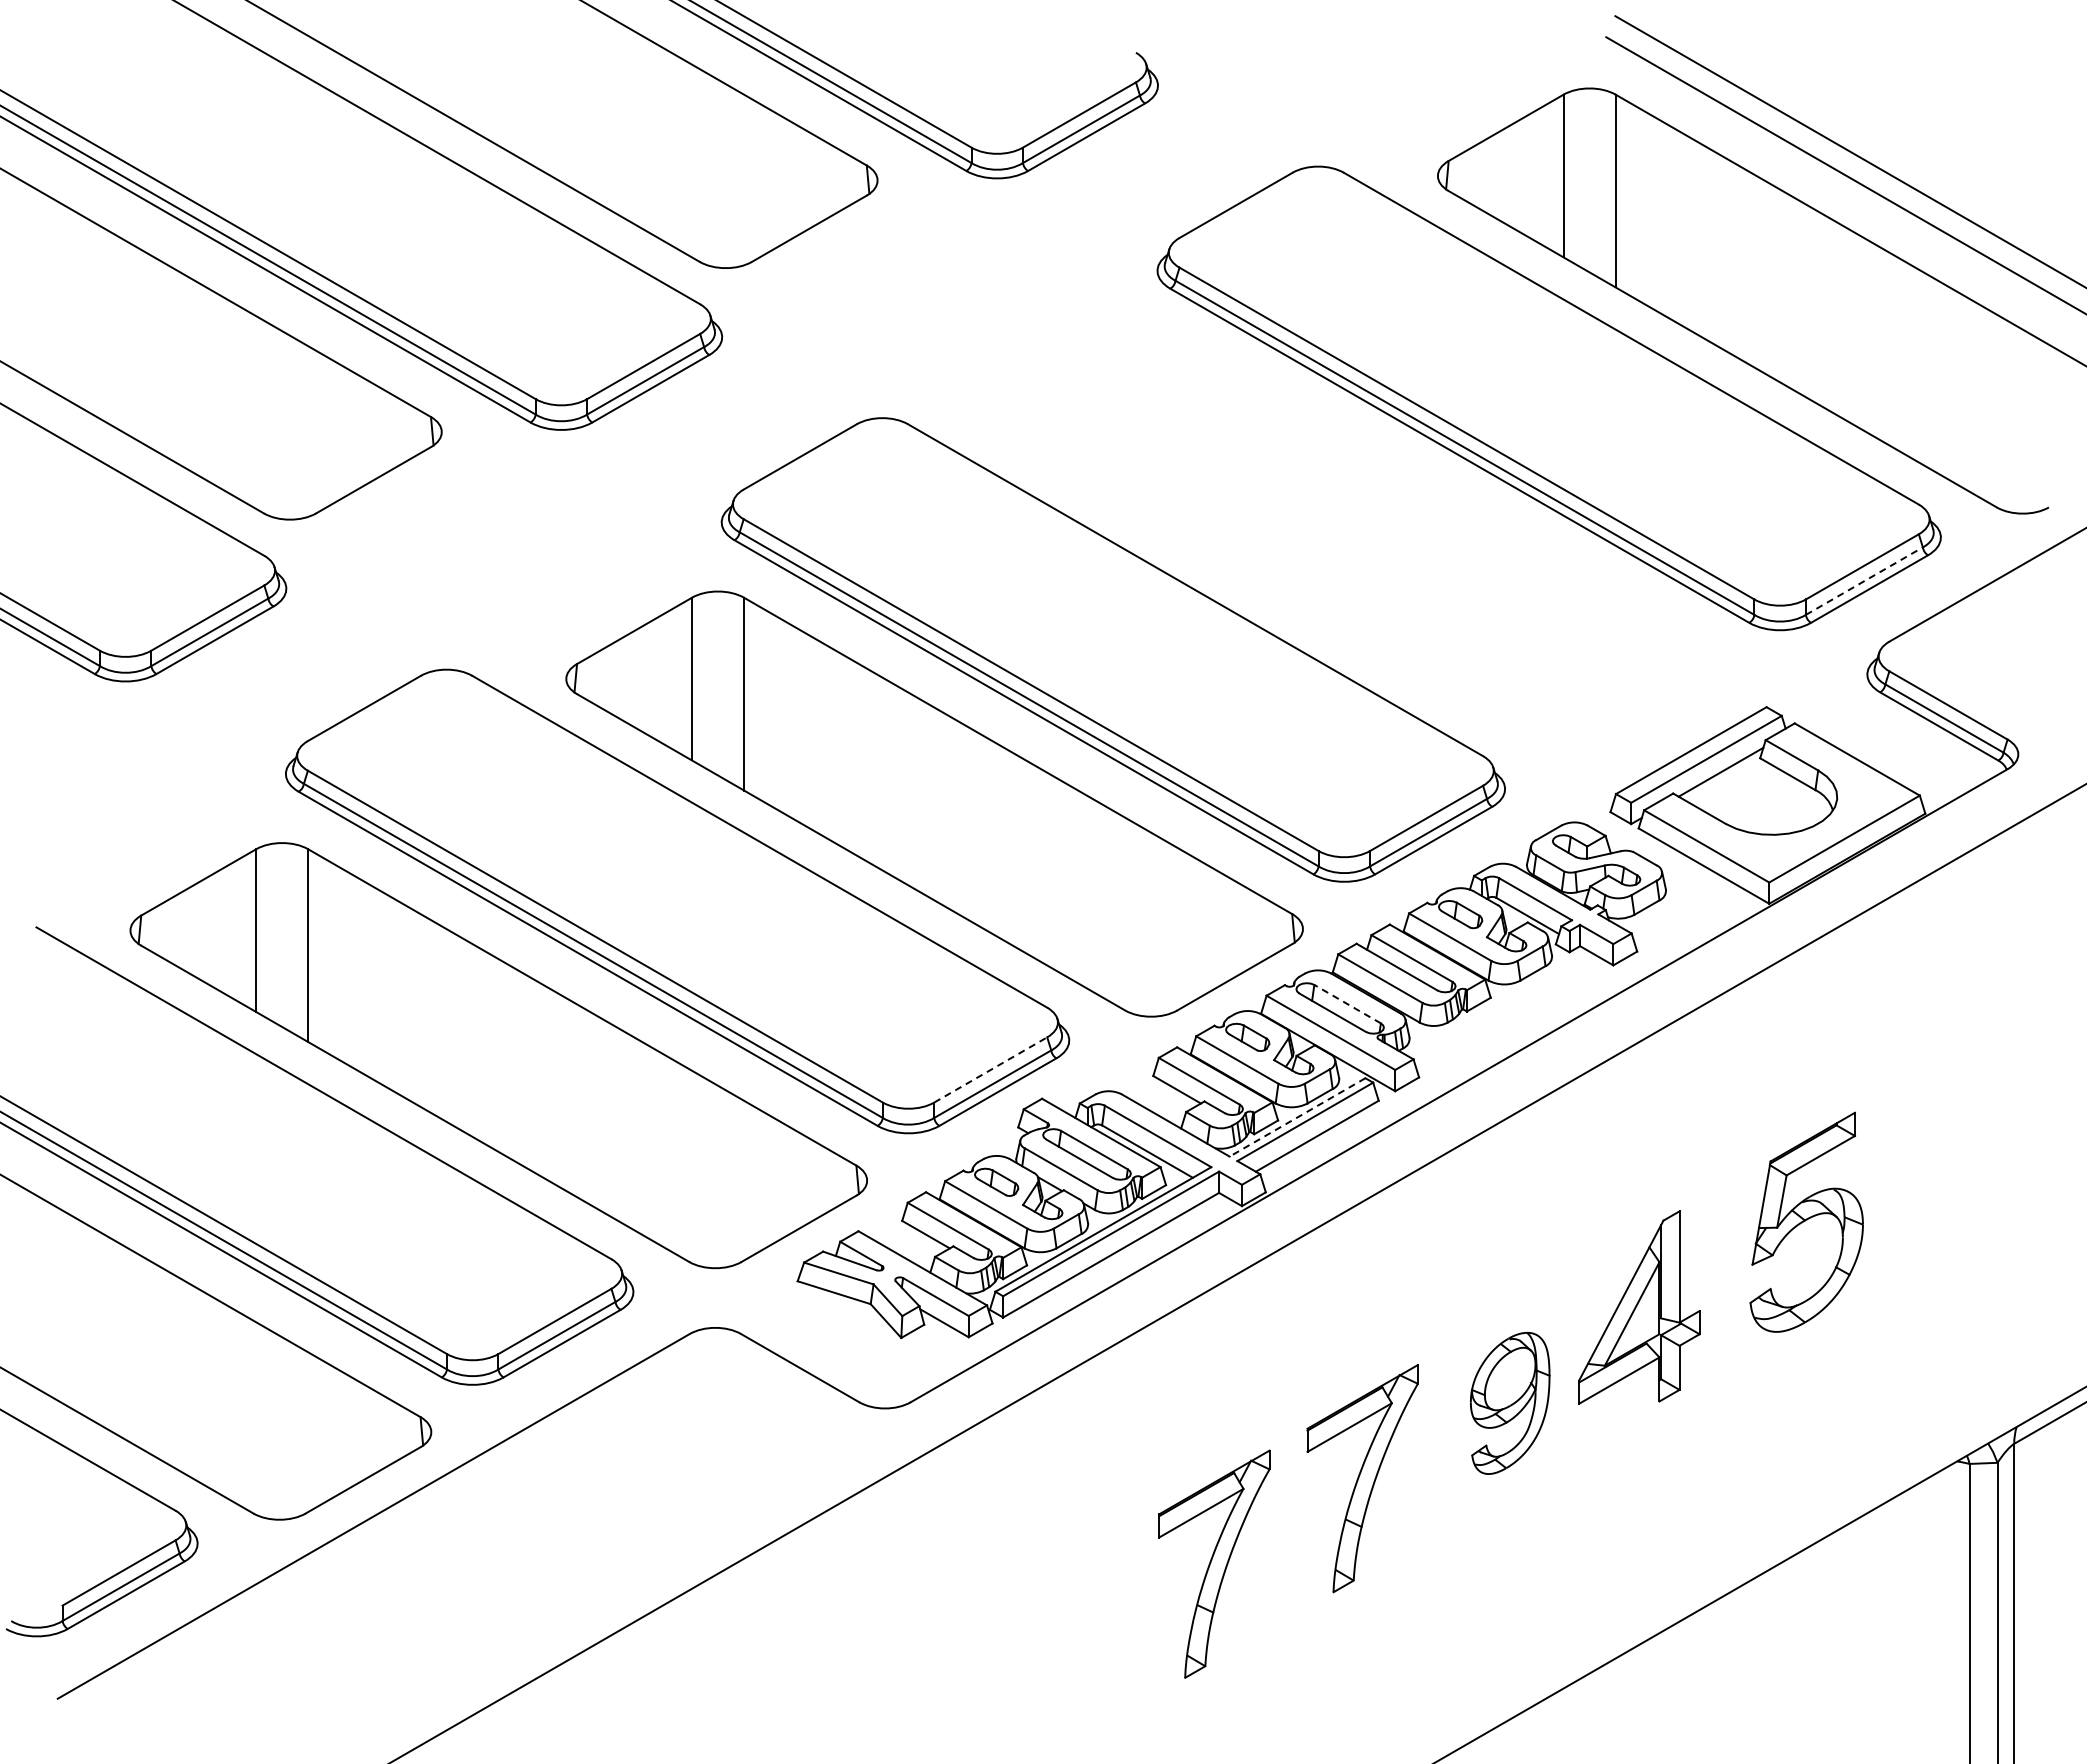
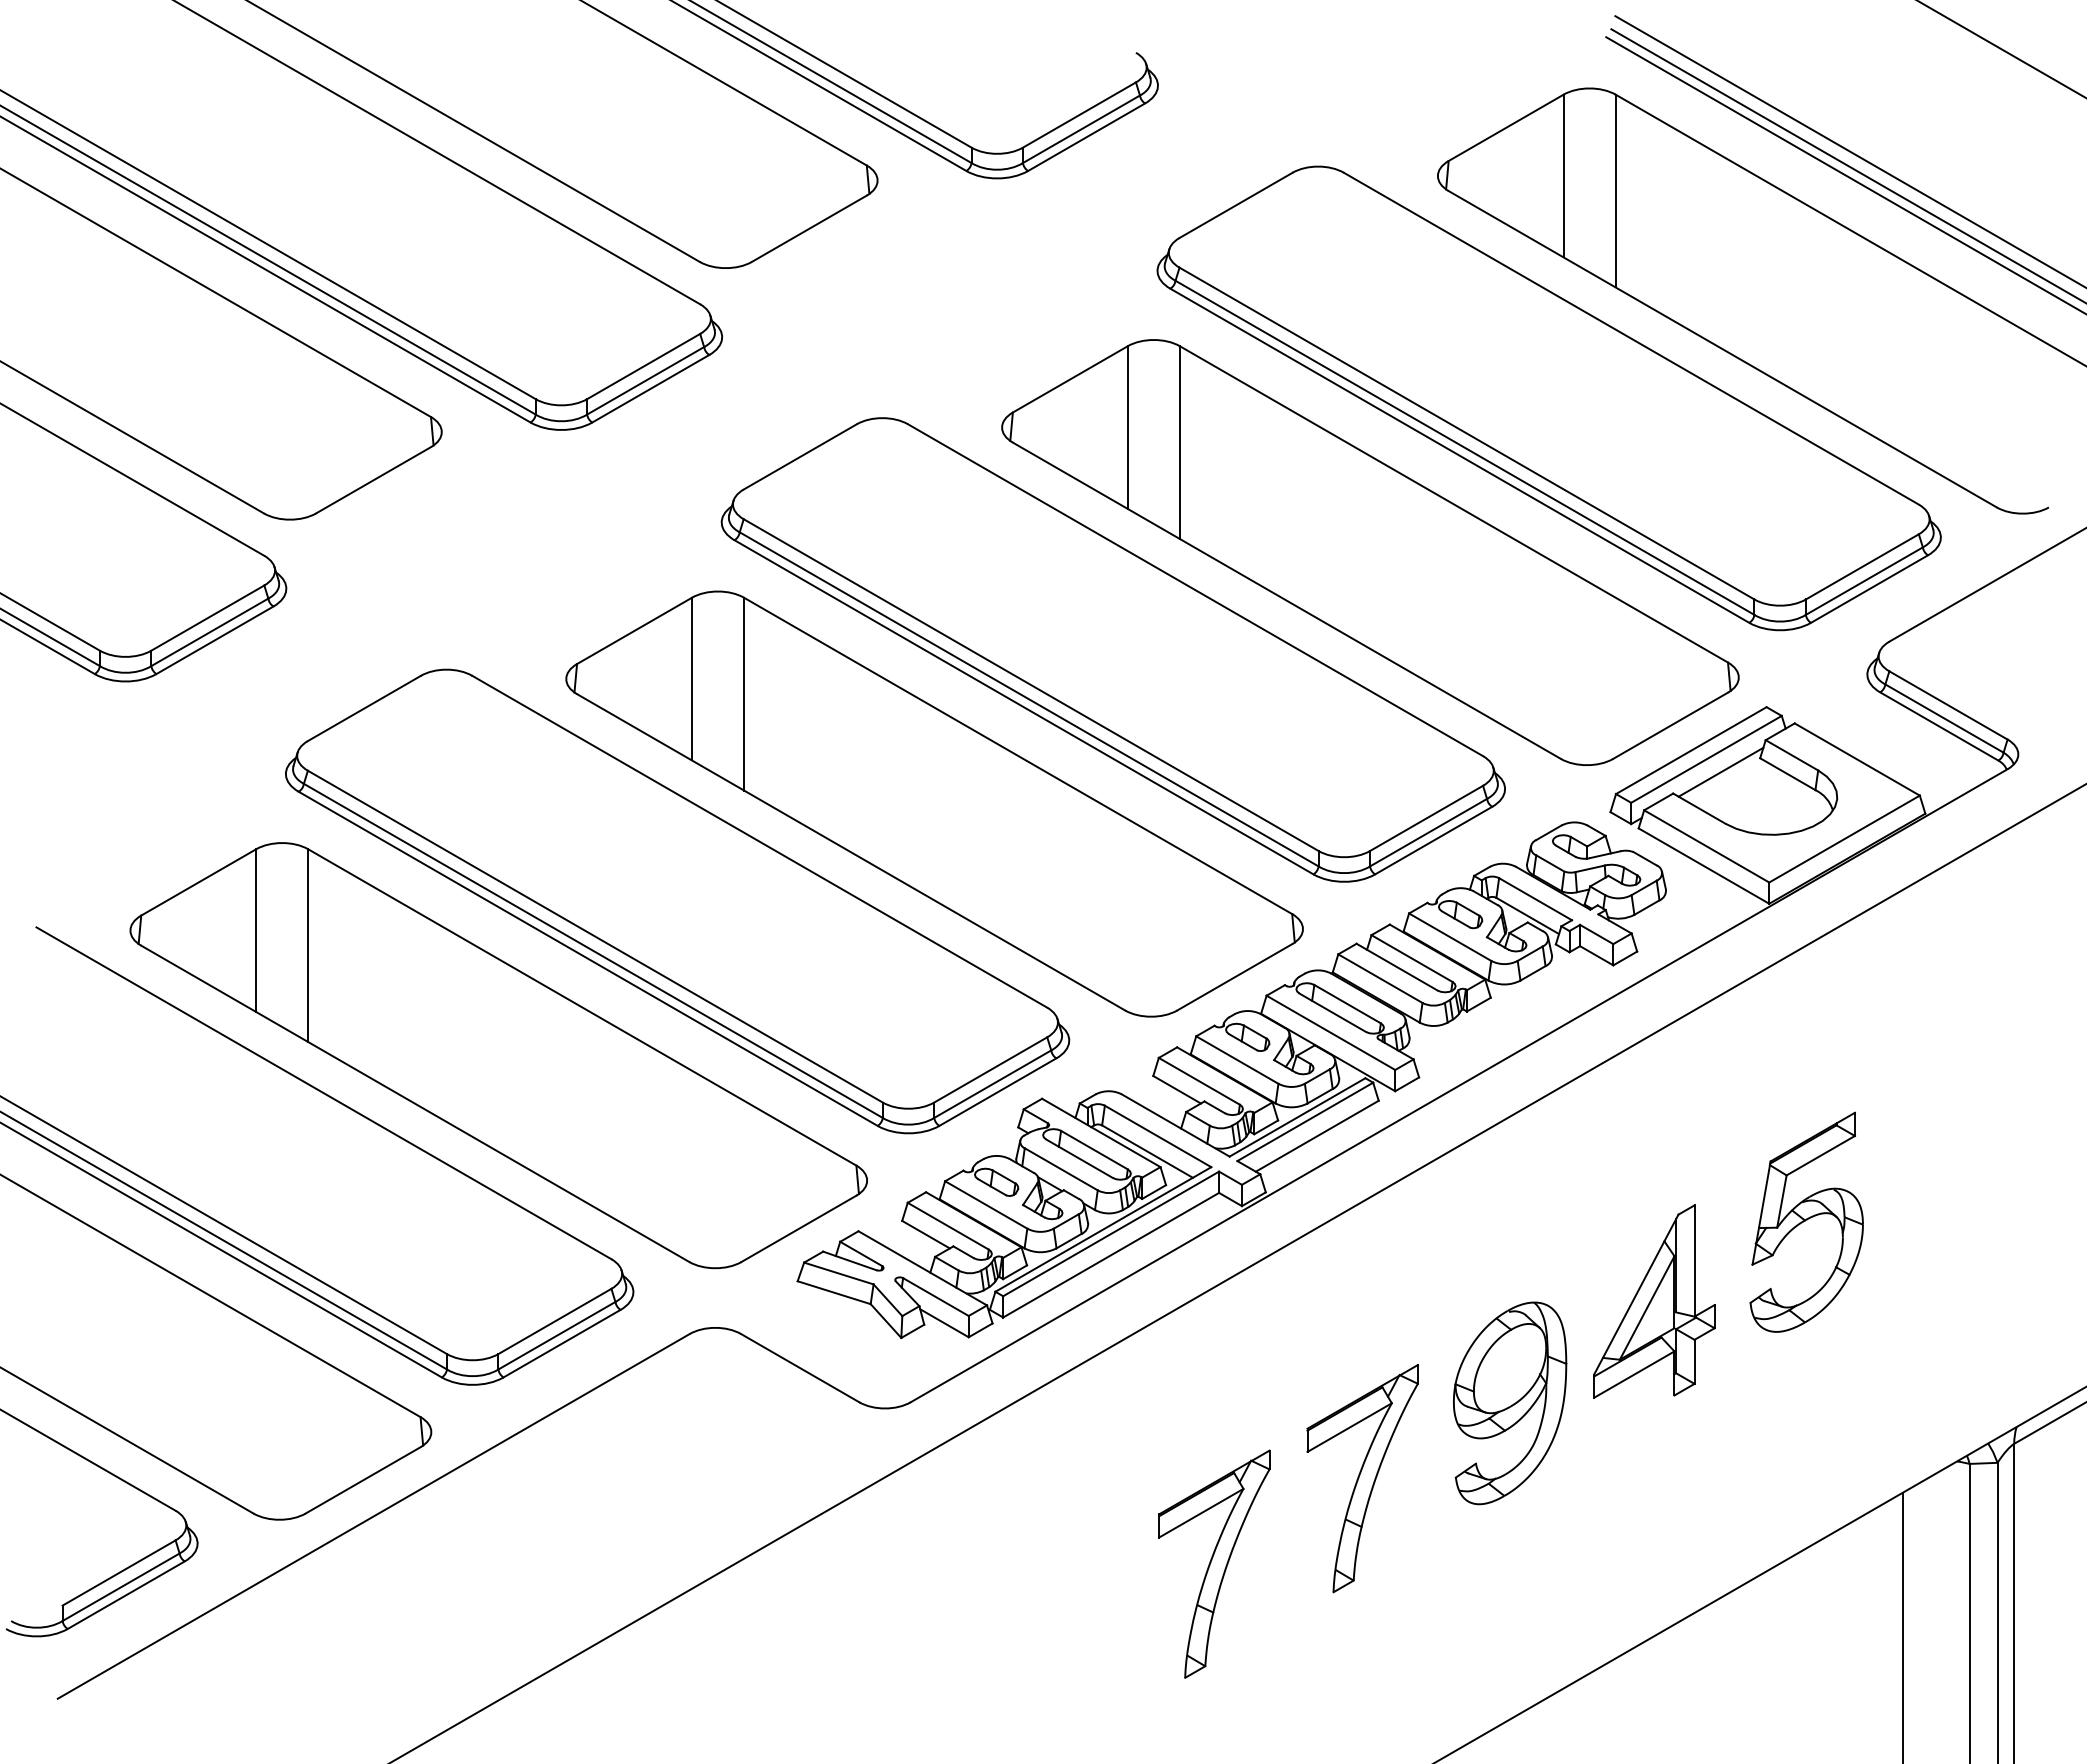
line at (2001, 49): none -> present
line at (1847, 165): none -> present
part at (1370, 552): none -> present
line at (1864, 581): dashed -> solid
line at (1347, 1003): dashed -> solid
line at (991, 1069): dashed -> solid
line at (1297, 1117): dashed -> solid
part at (1639, 1307) position: (1639, 1307) -> (1654, 1301)
part at (1510, 1403) size: 81x143 px -> 115x205 px
line at (1902, 1626): none -> present
